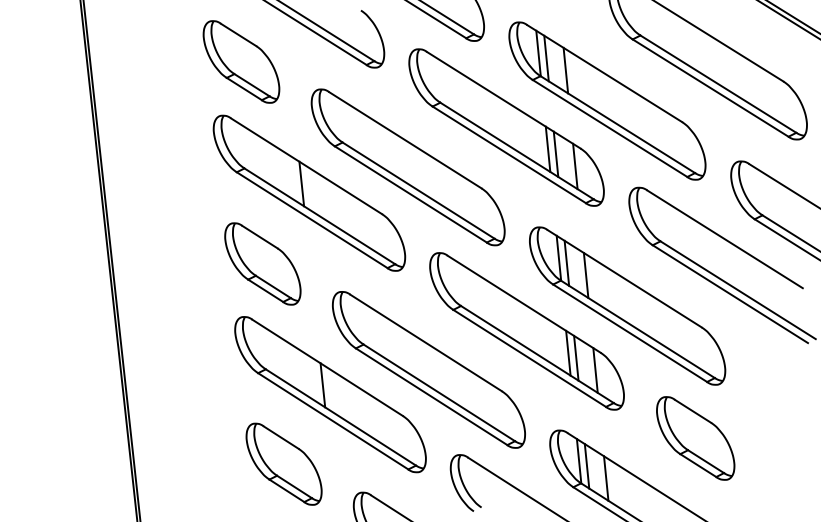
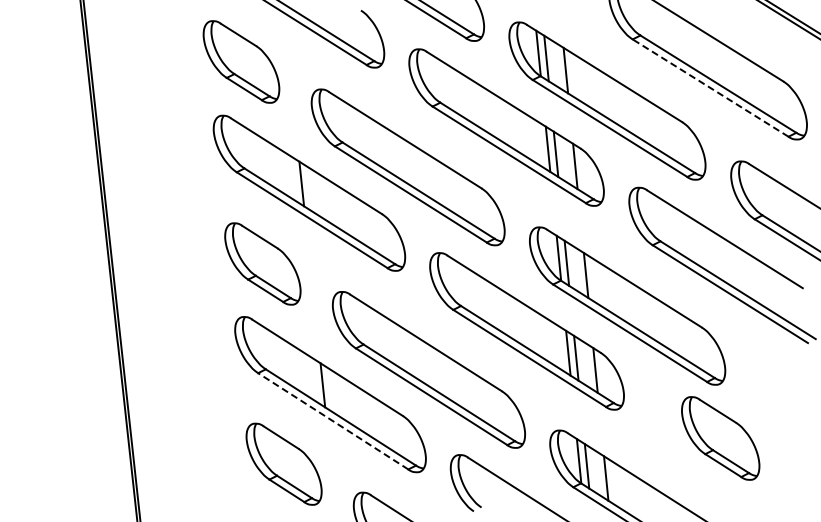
line at (710, 88): solid -> dashed
line at (332, 421): solid -> dashed
part at (695, 438) position: (695, 438) -> (720, 438)
